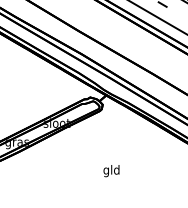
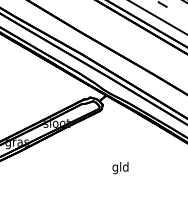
text at (111, 171) position: (111, 171) -> (120, 168)
